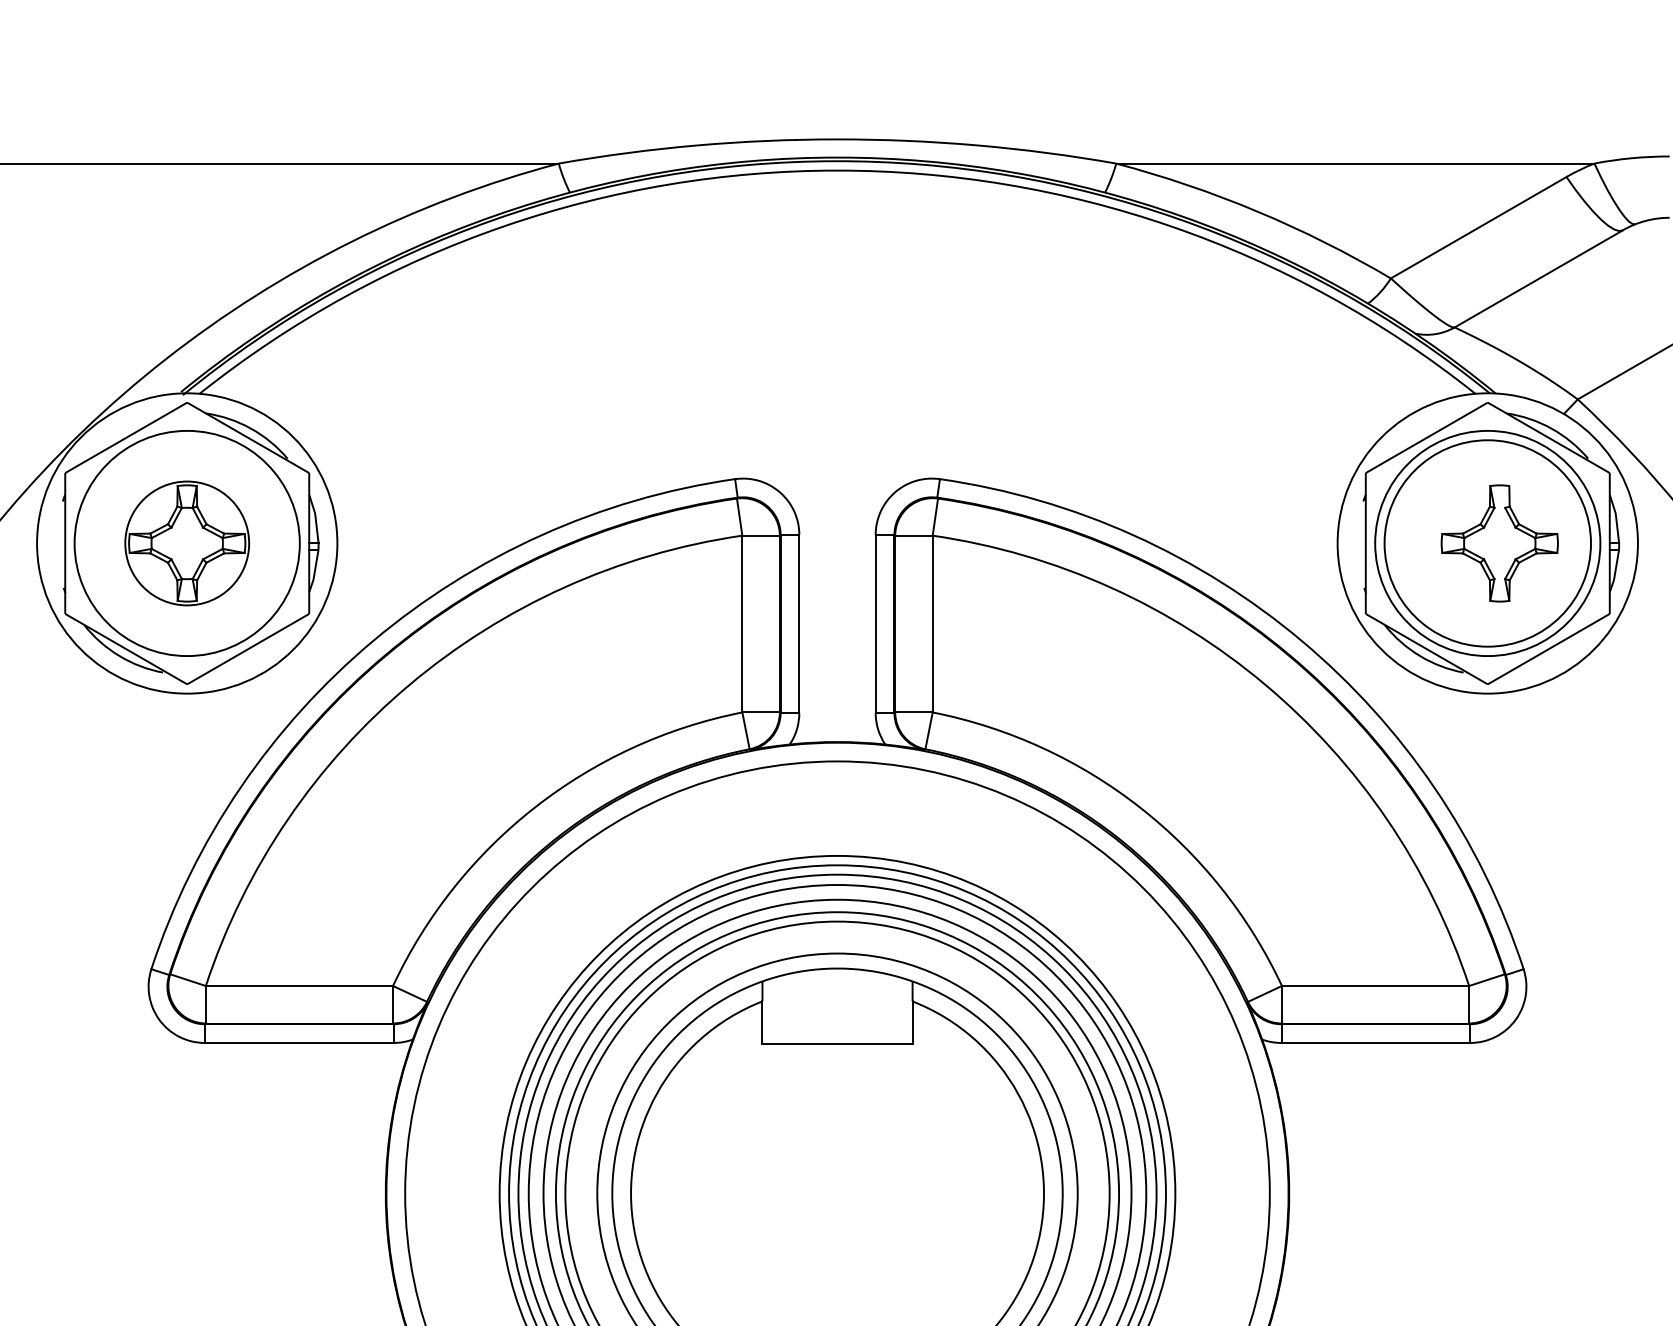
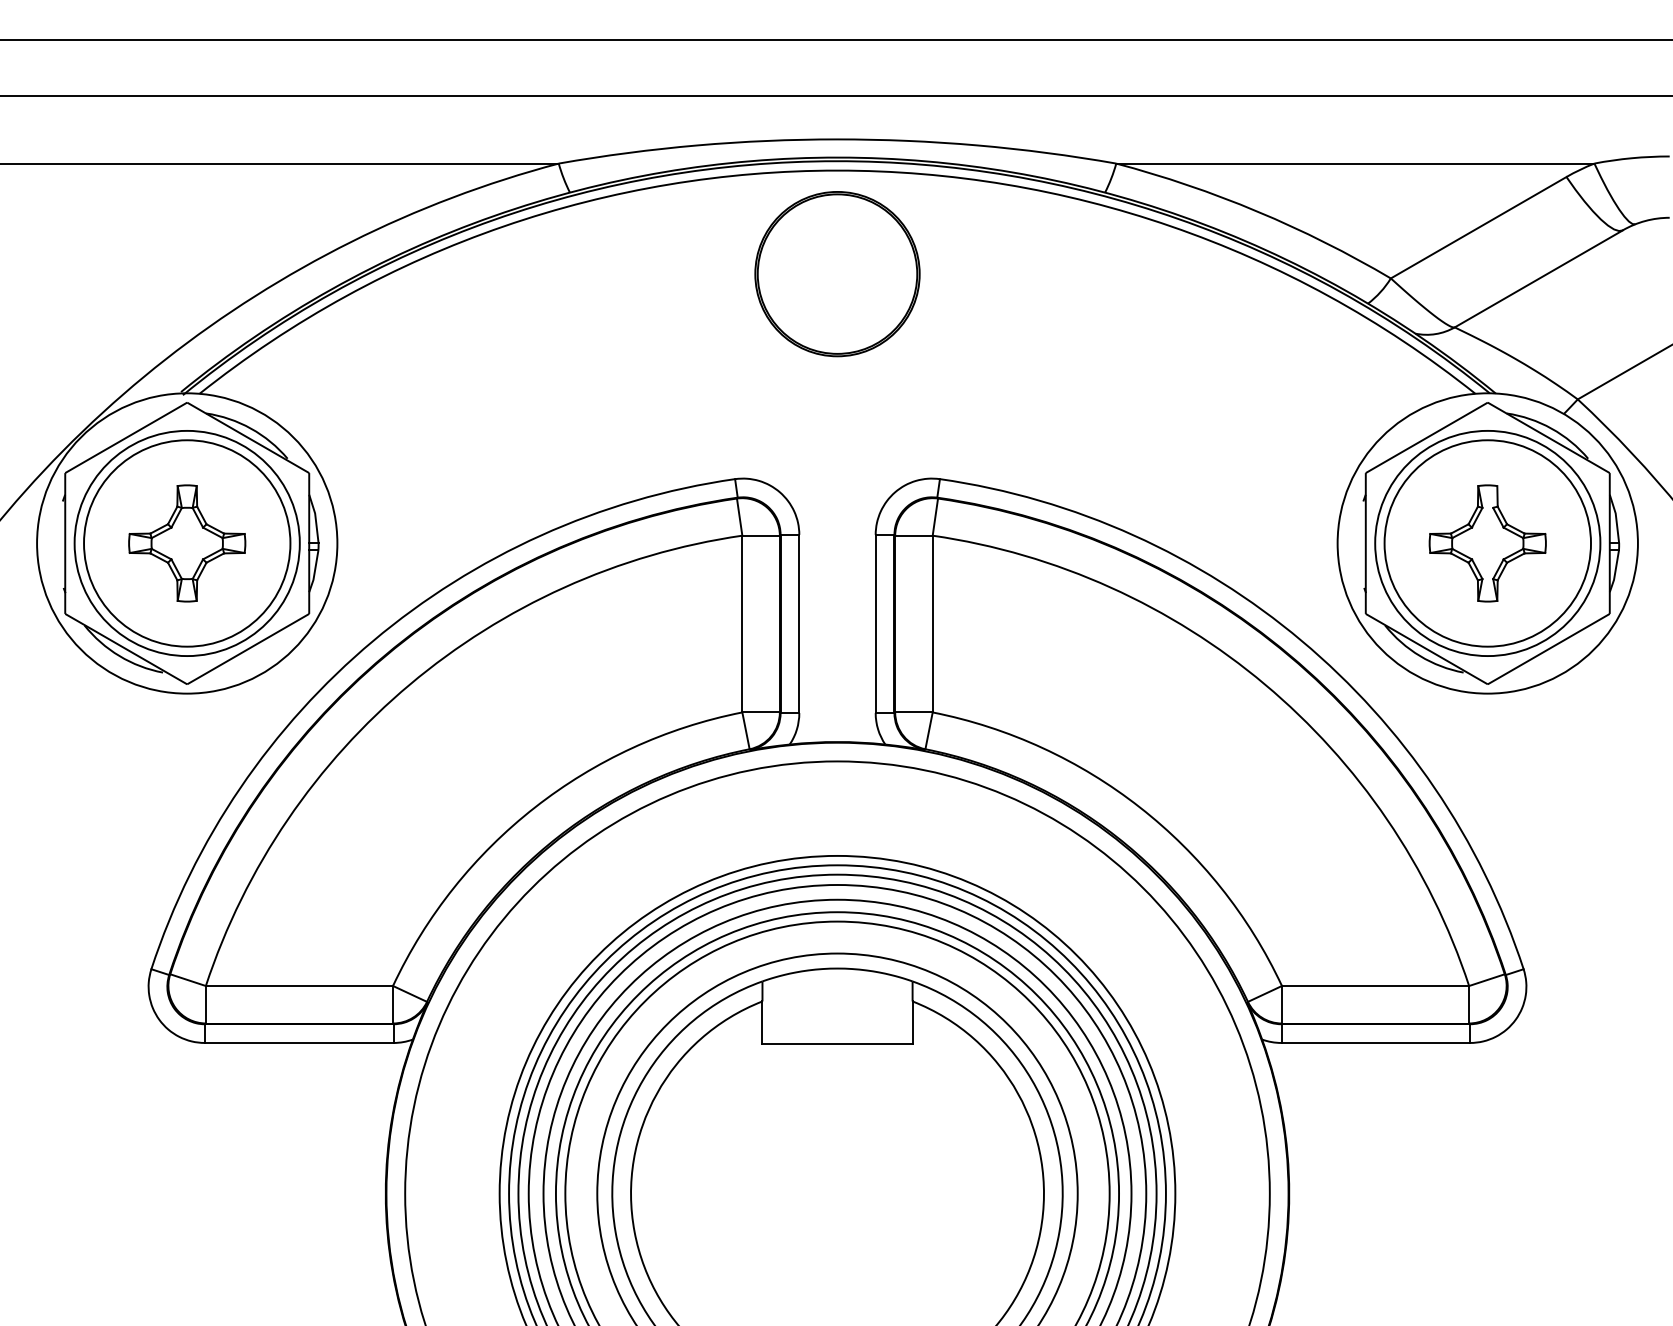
line at (835, 39): none -> present
line at (835, 95): none -> present
part at (837, 274): none -> present
circle at (187, 543) diameter: 124 px -> 206 px
part at (1499, 543) position: (1499, 543) -> (1487, 543)
